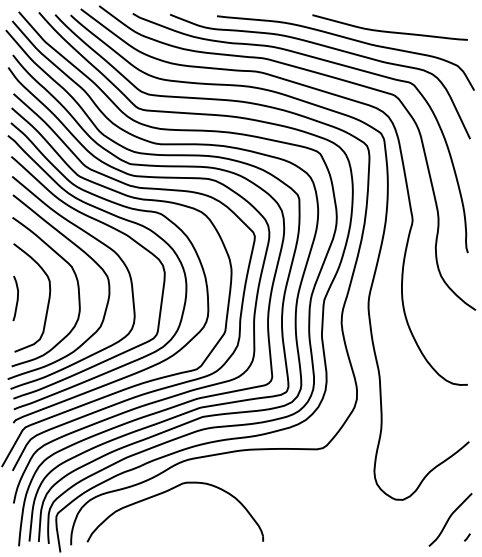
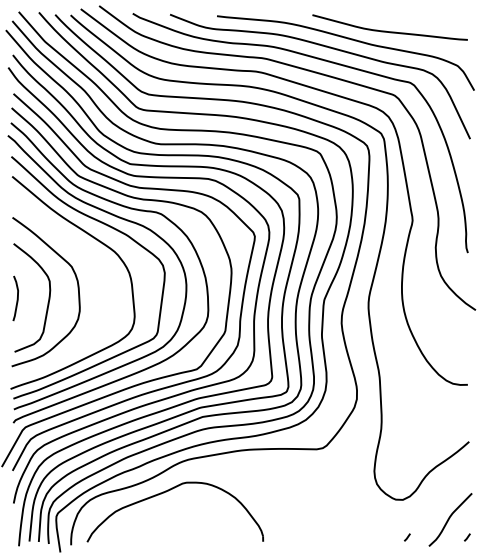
curve at (87, 256): present -> none
line at (407, 537): none -> present
